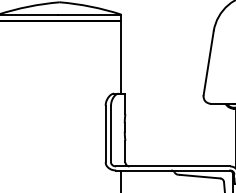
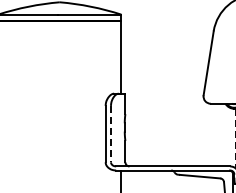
line at (111, 134): solid -> dashed
line at (235, 138): solid -> dashed
